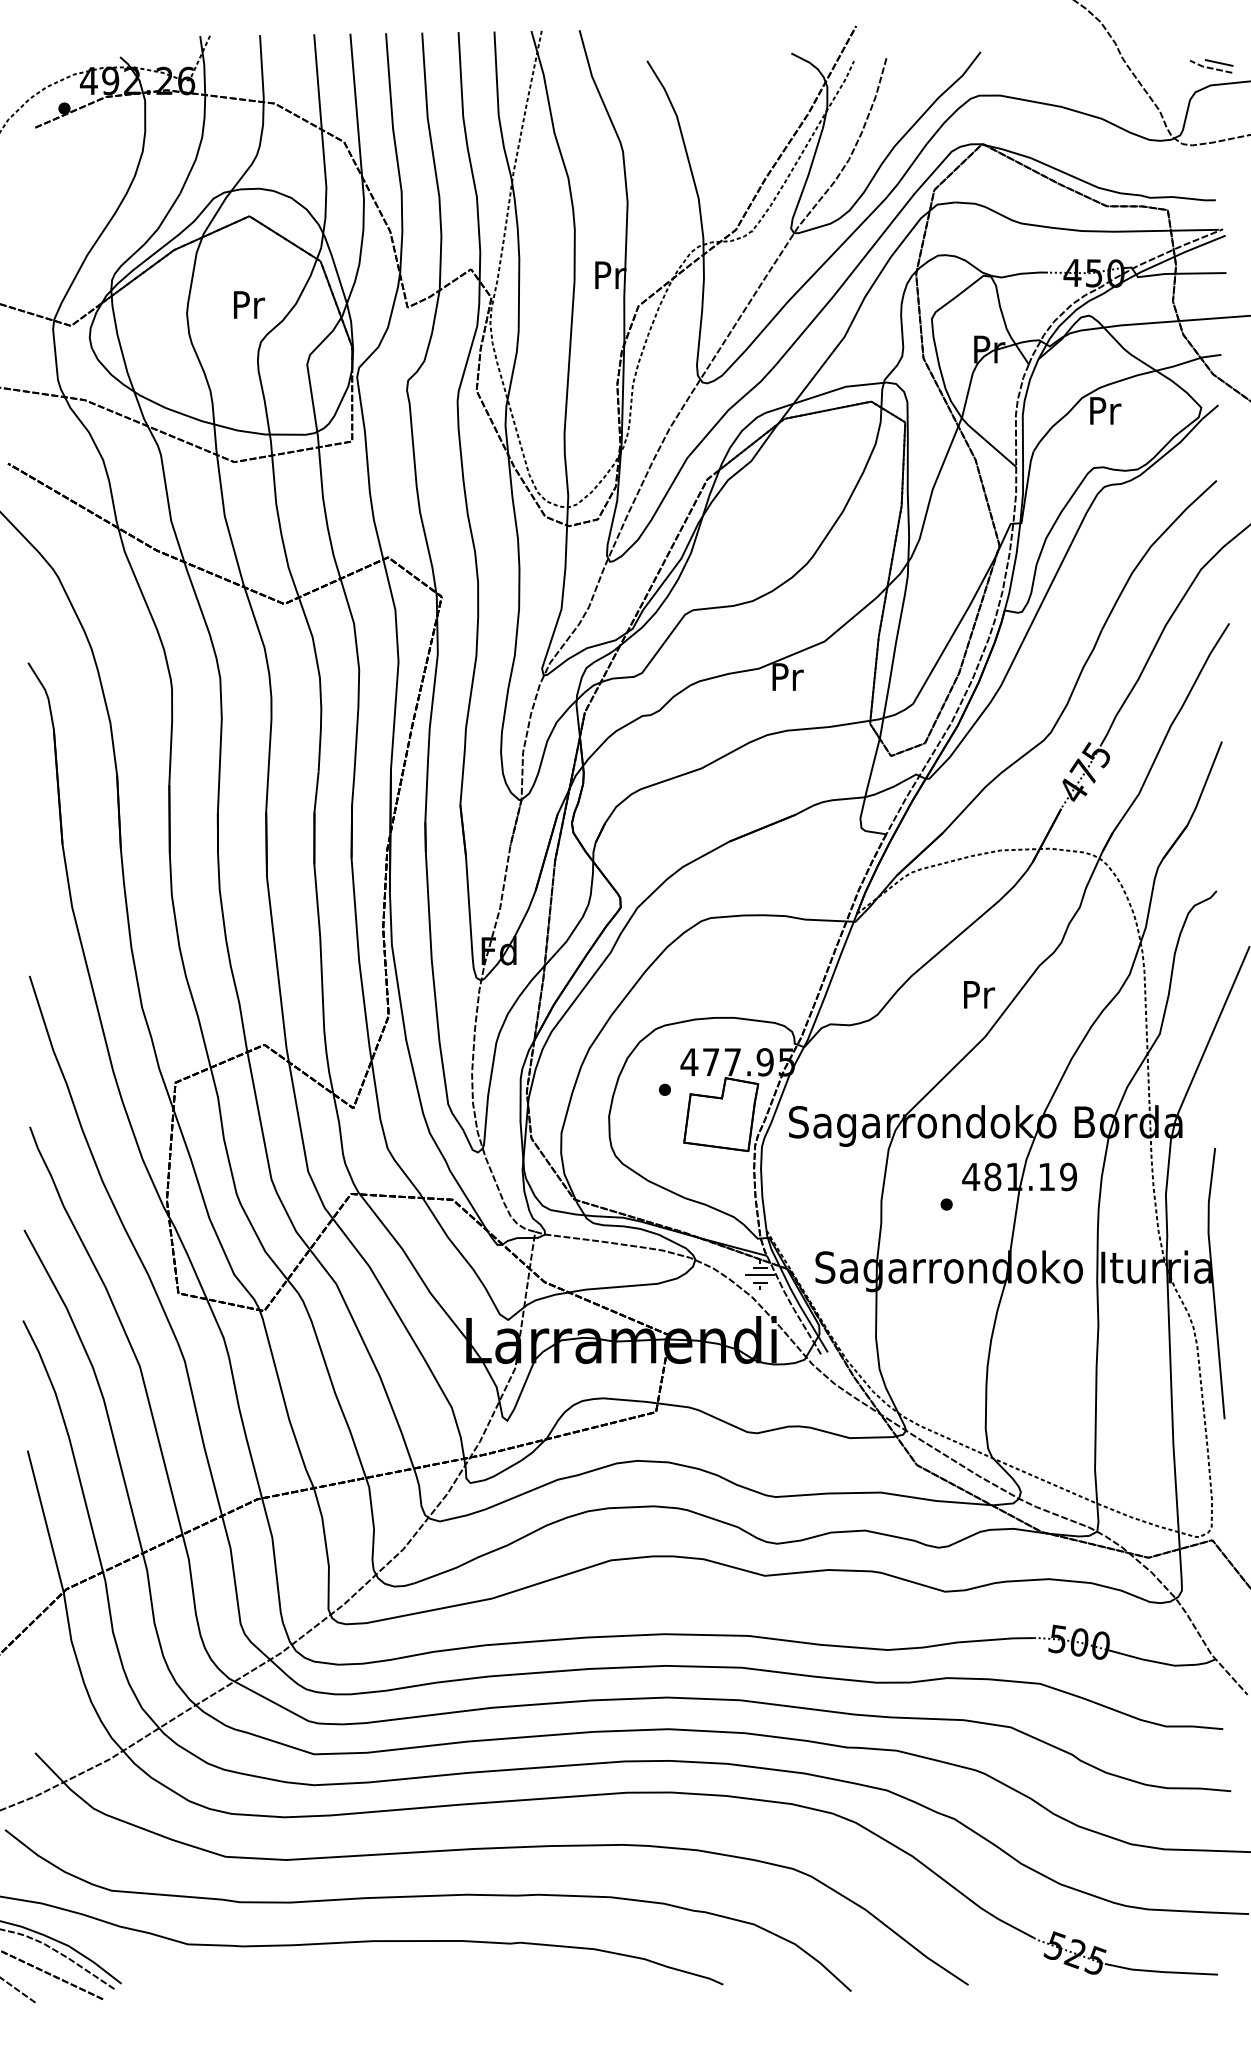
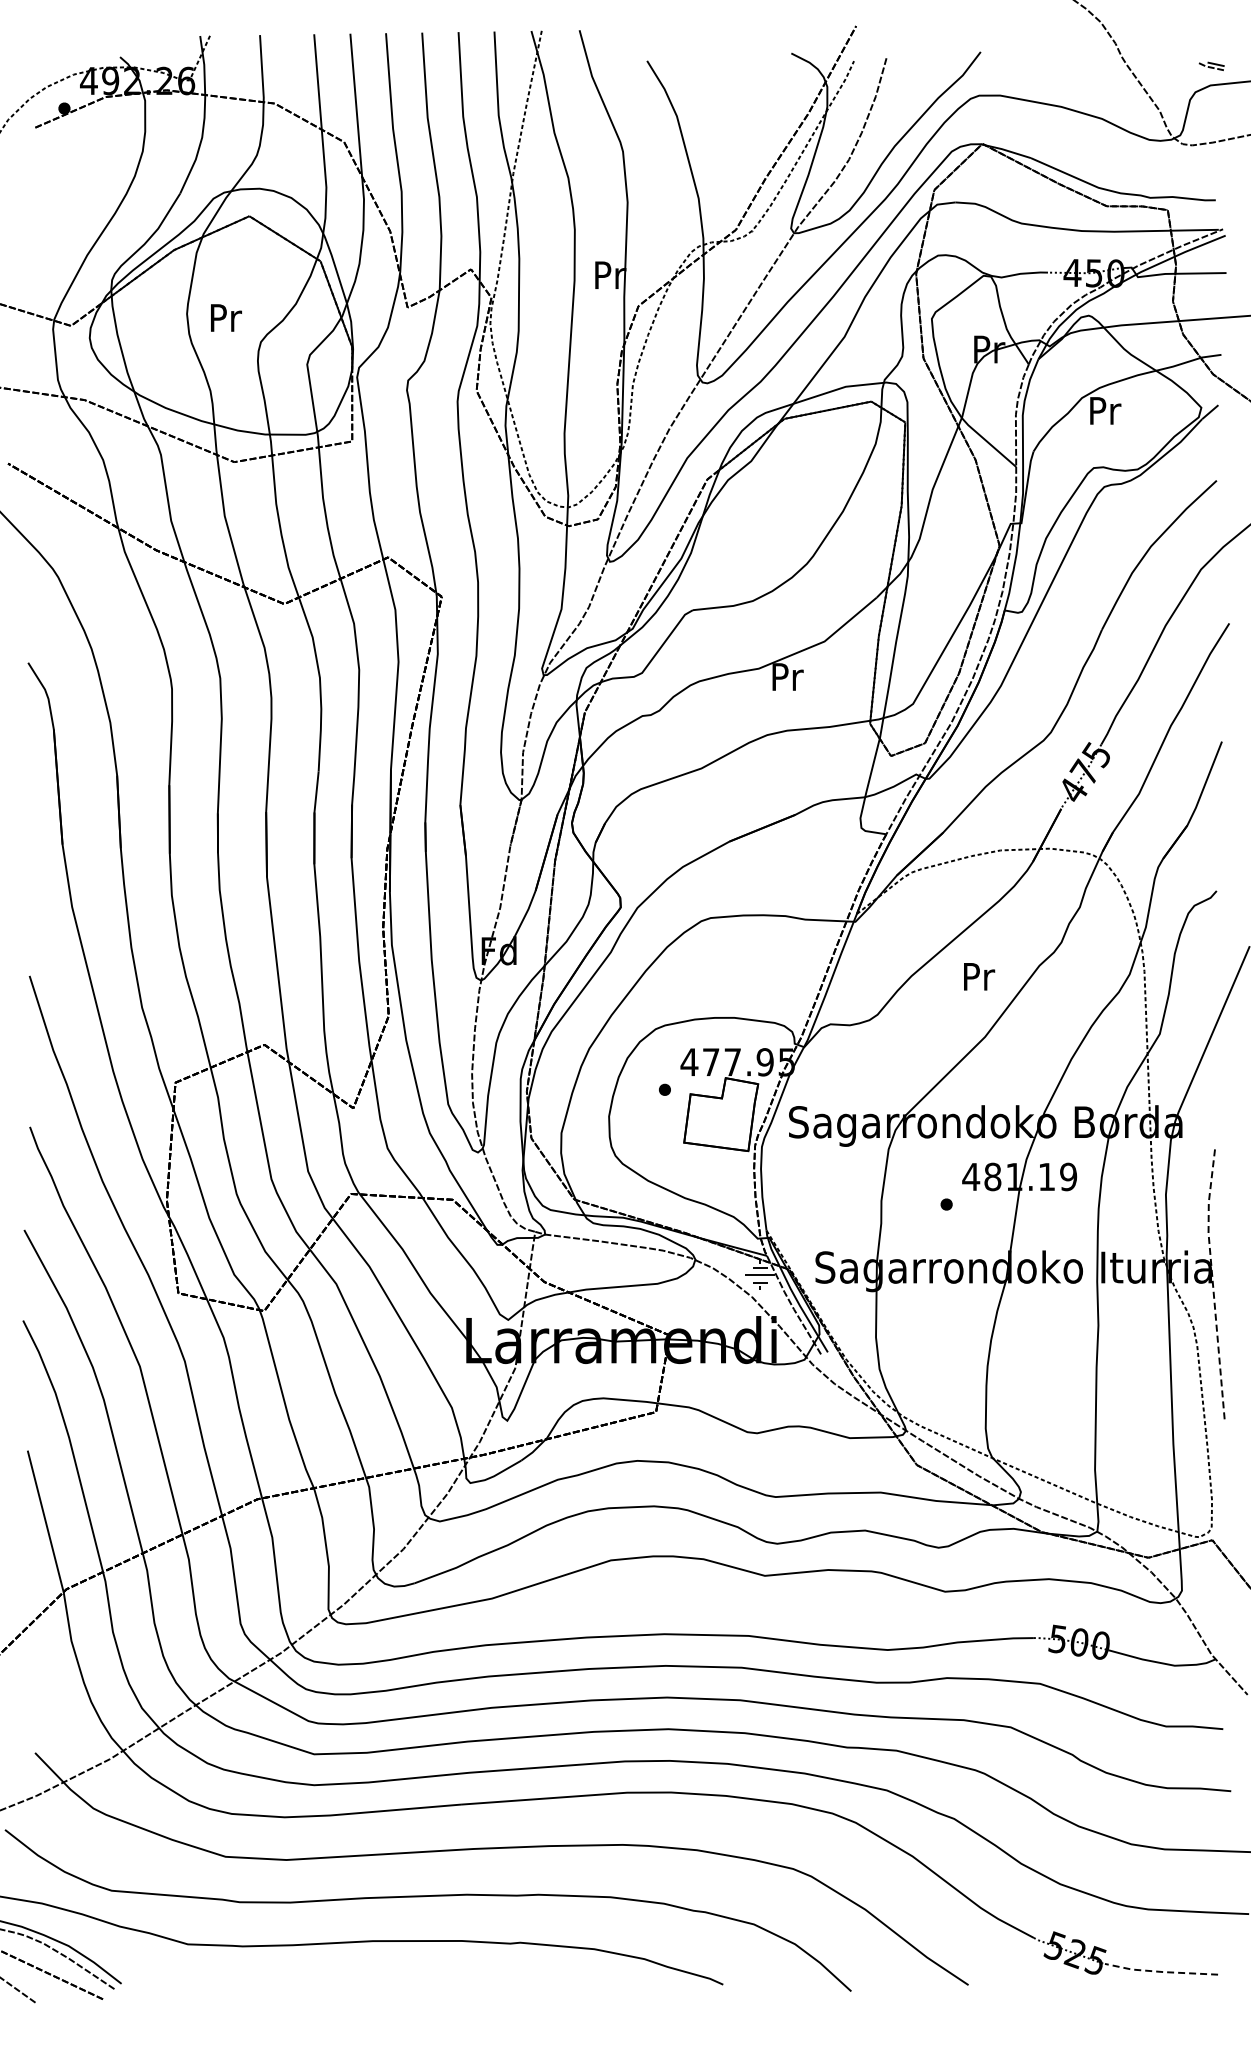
part at (1211, 66) size: 45x15 px -> 27x10 px
text at (249, 304) position: (249, 304) -> (226, 317)
text at (979, 994) position: (979, 994) -> (979, 976)
line at (1212, 1281): solid -> dashed
line at (1160, 1971): solid -> dashed
